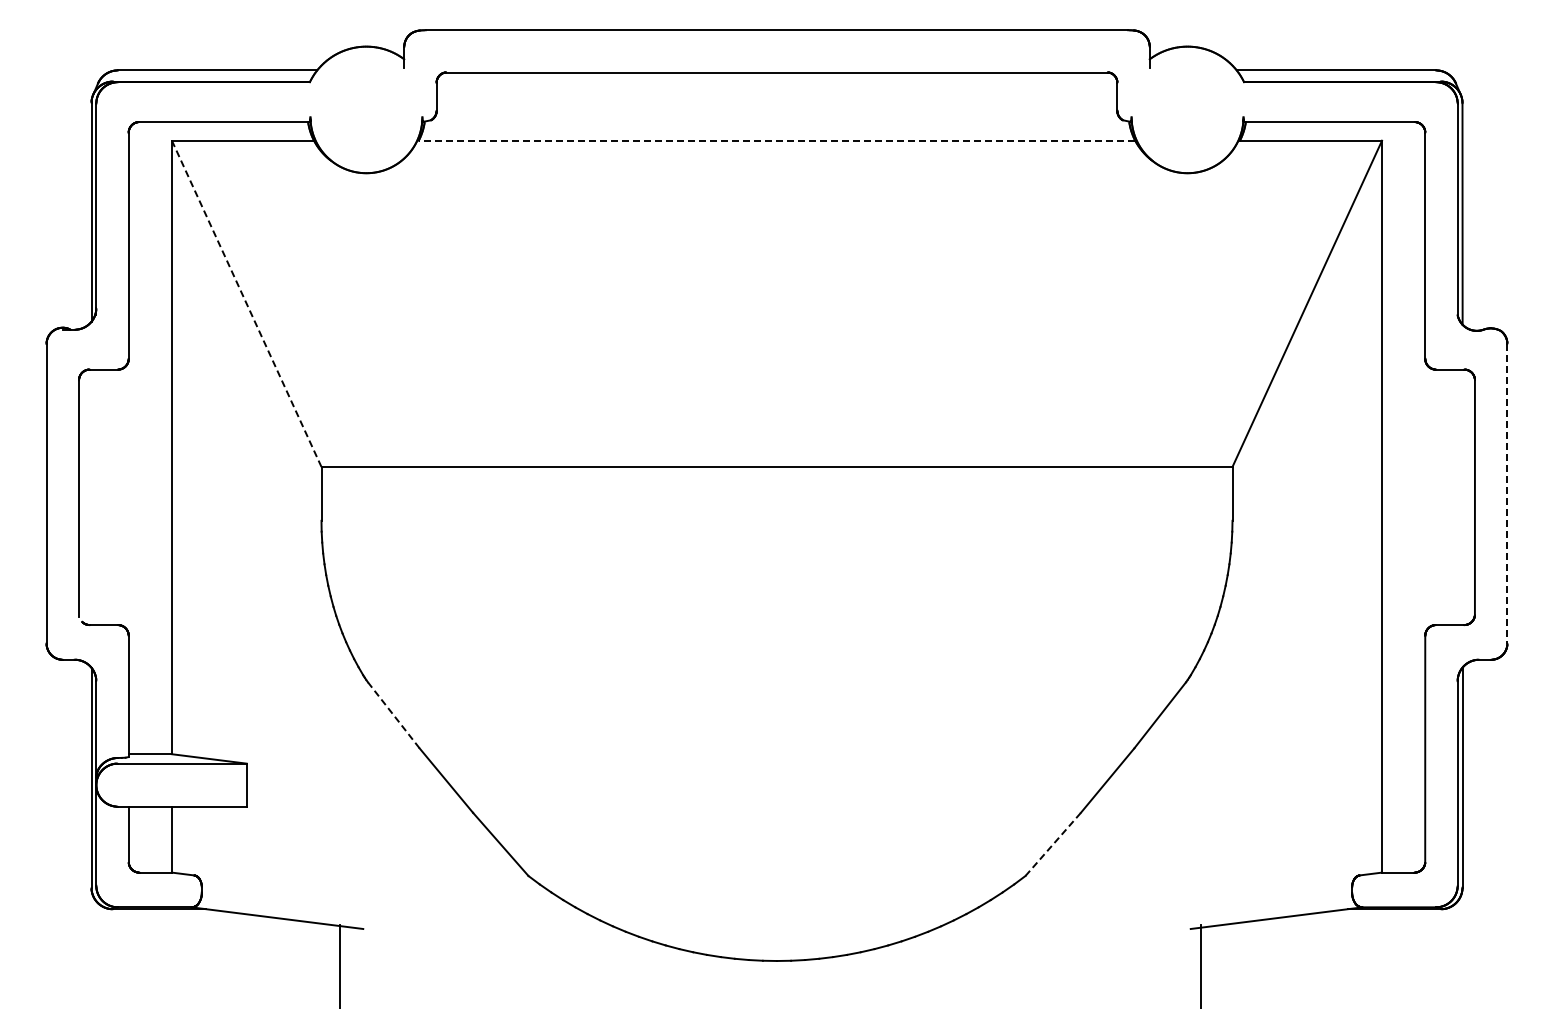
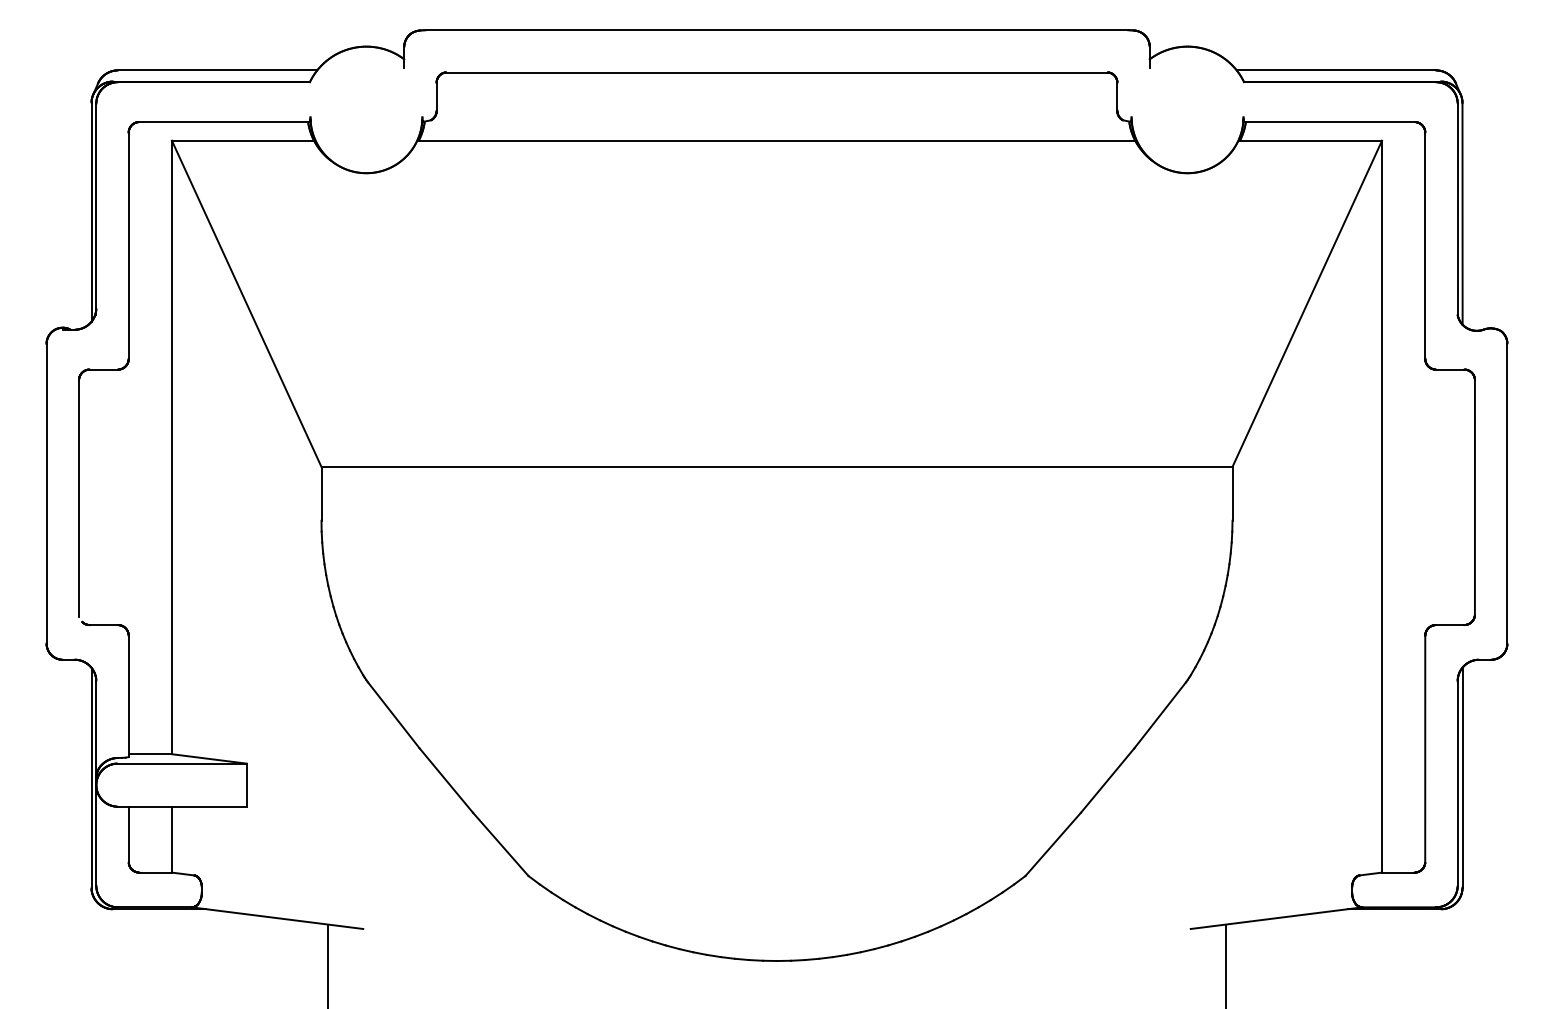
line at (776, 140): dashed -> solid
line at (246, 303): dashed -> solid
line at (1507, 493): dashed -> solid
line at (393, 715): dashed -> solid
line at (1053, 844): dashed -> solid
line at (339, 964) position: (339, 964) -> (327, 964)
line at (1201, 964) position: (1201, 964) -> (1226, 964)
